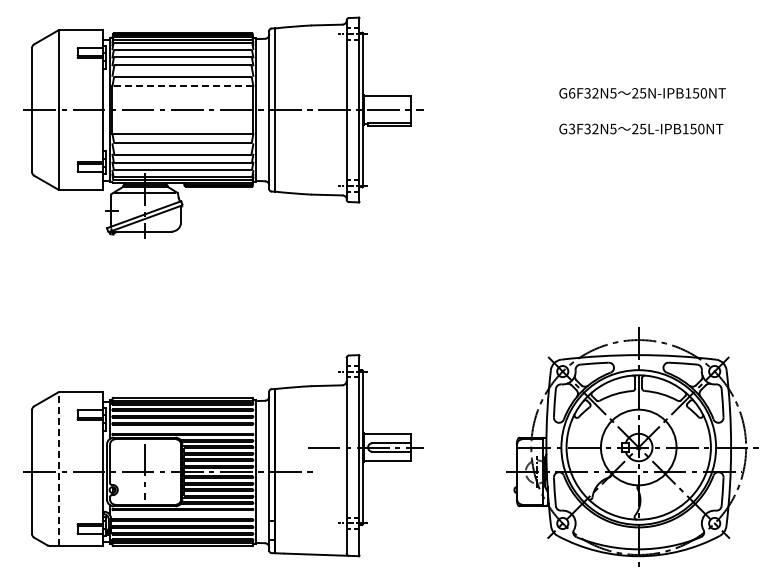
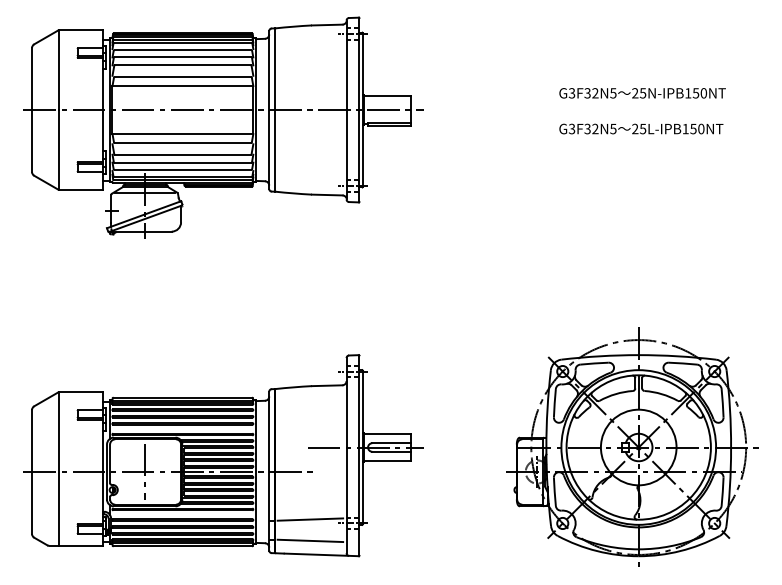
line at (182, 85): dashed -> solid
text at (571, 93): G6F32N5 -> G3F32N5
line at (58, 469): dashed -> solid
line at (310, 519): none -> present
line at (310, 540): none -> present
